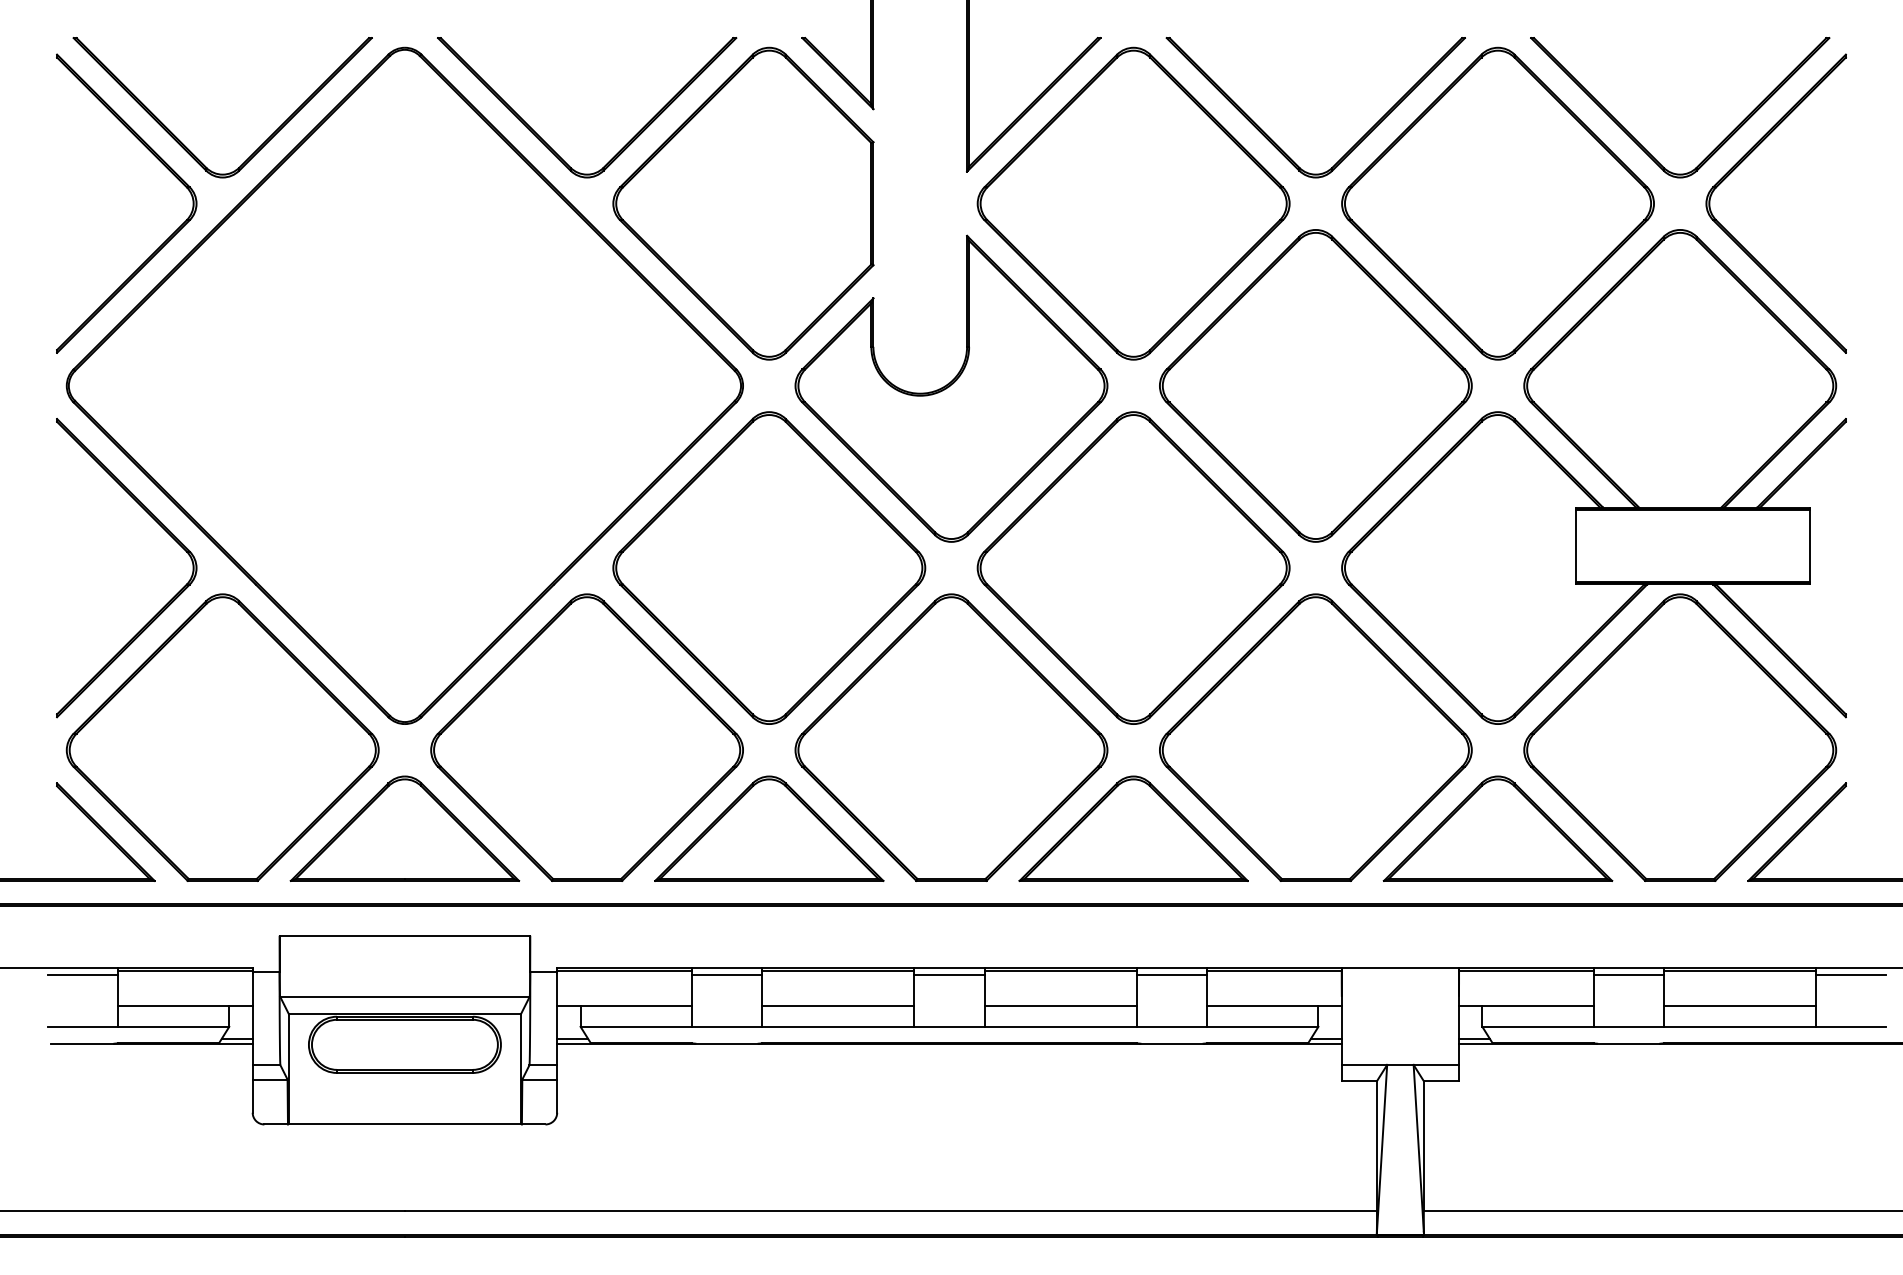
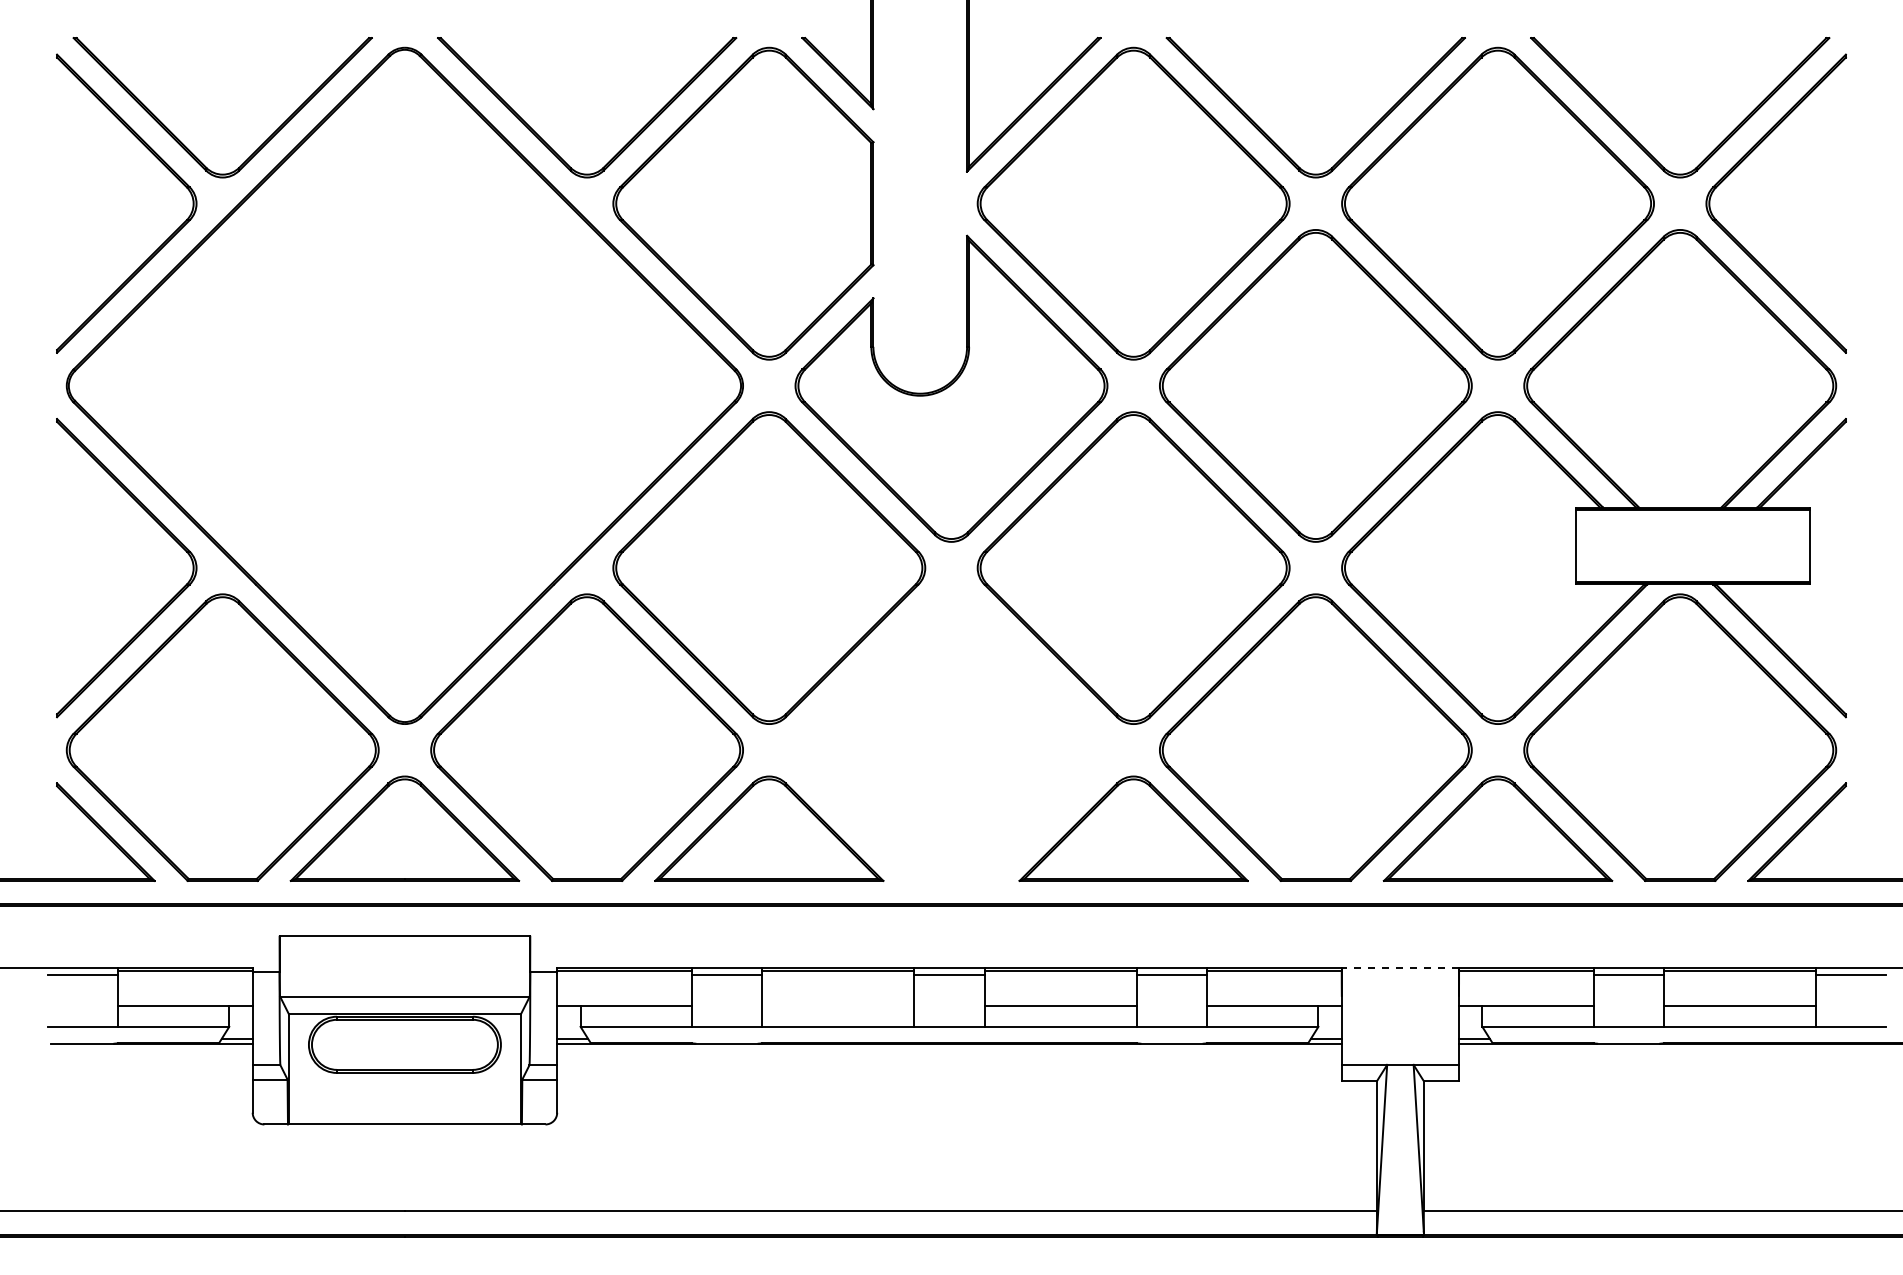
part at (951, 737): present -> none
line at (1400, 967): solid -> dashed
line at (838, 1005): present -> none
